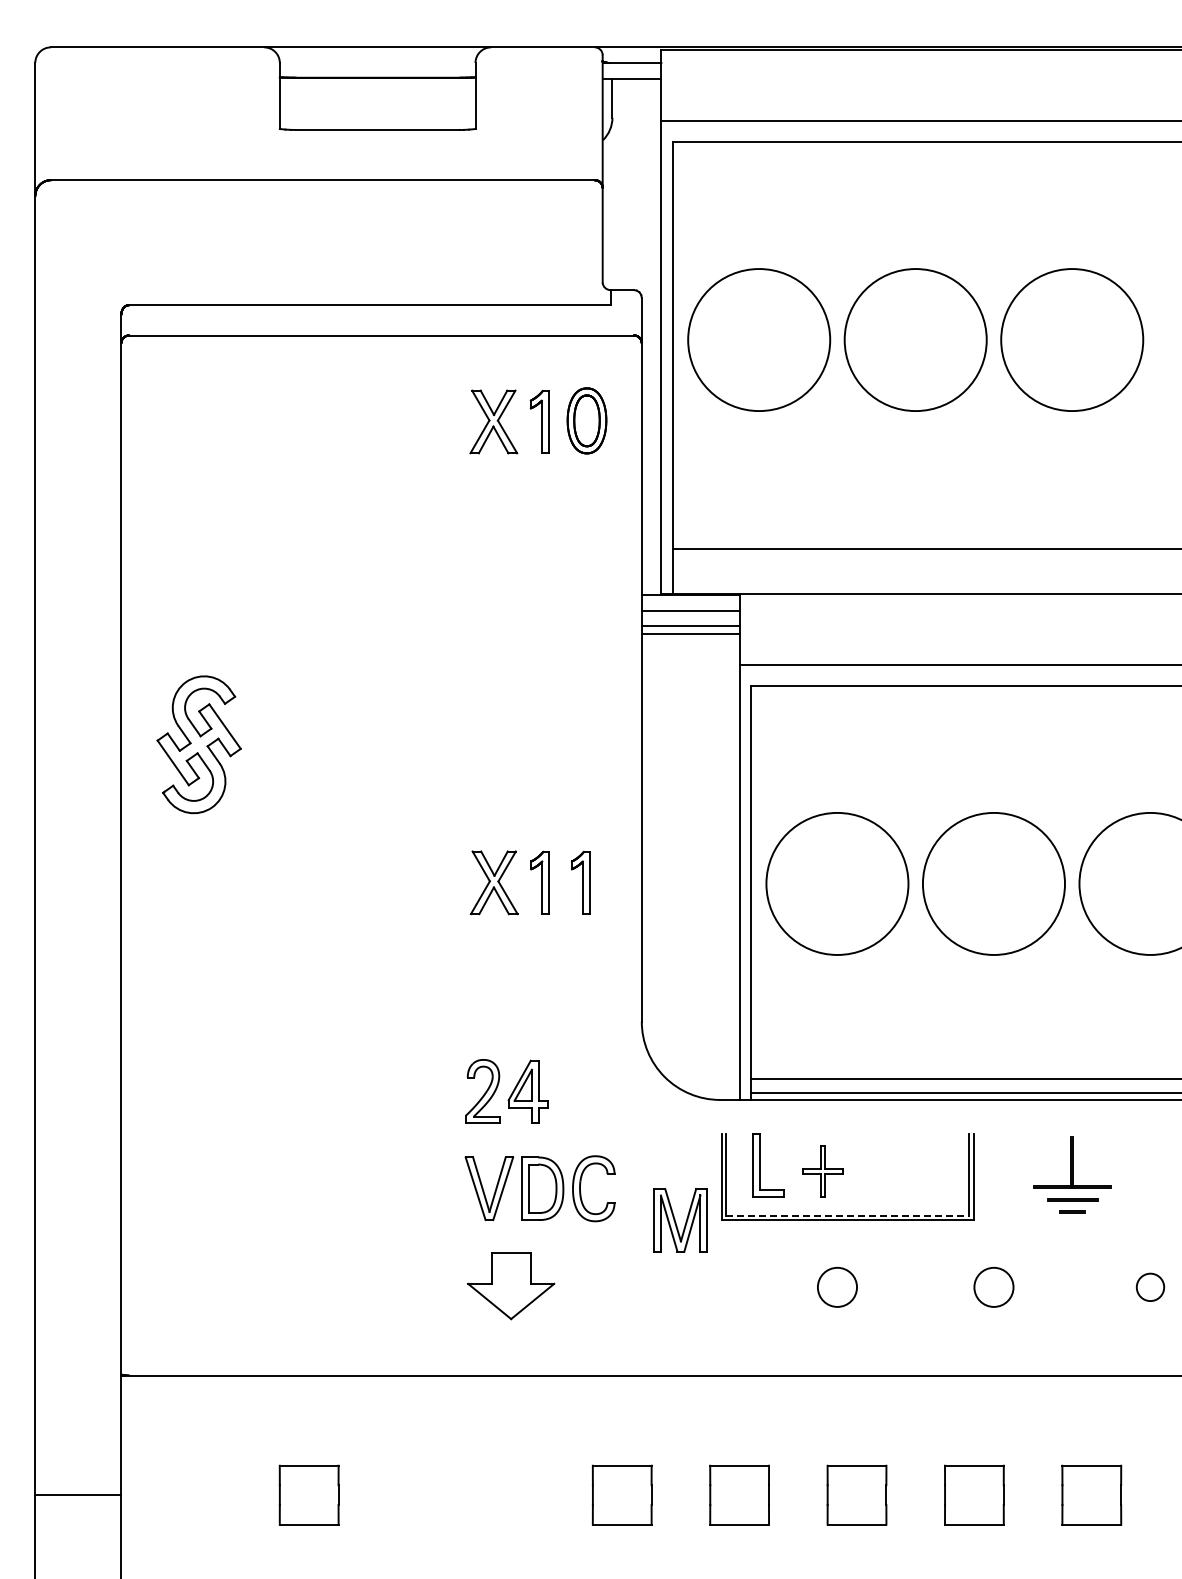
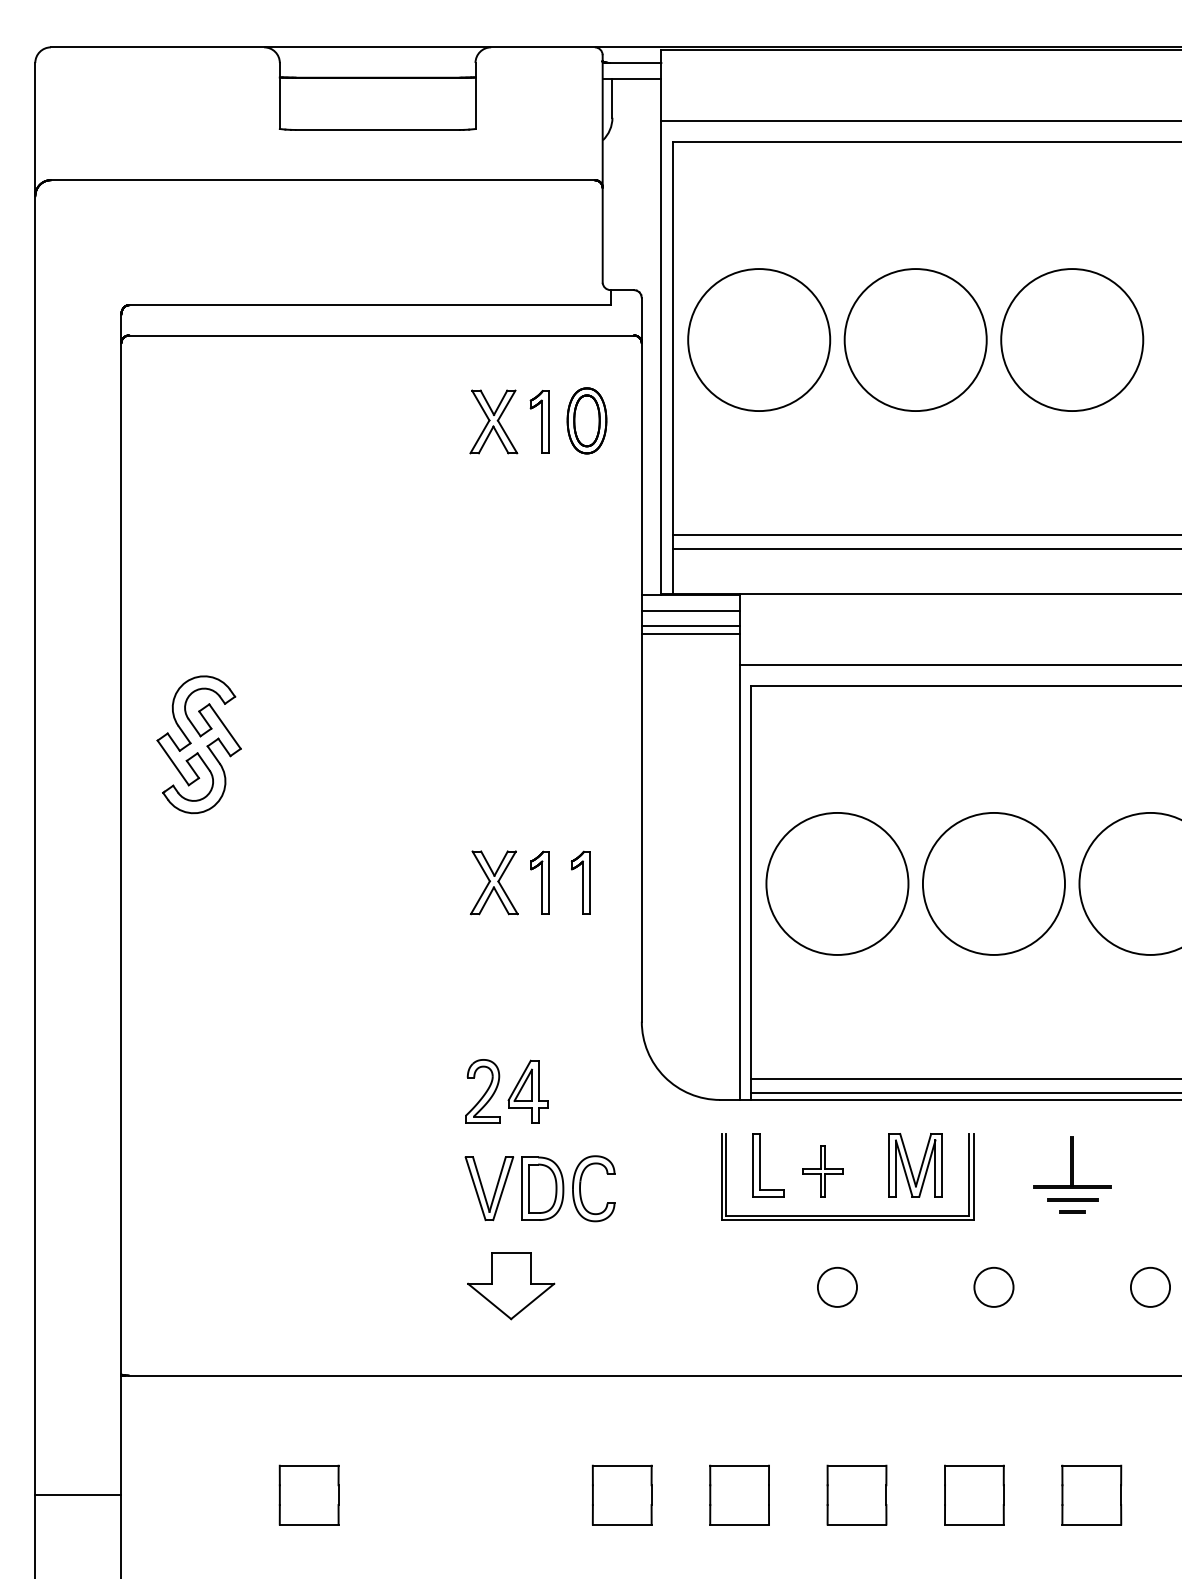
line at (925, 534): none -> present
line at (848, 1215): dashed -> solid
part at (680, 1220) position: (680, 1220) -> (915, 1165)
circle at (1150, 1287) diameter: 27 px -> 39 px
